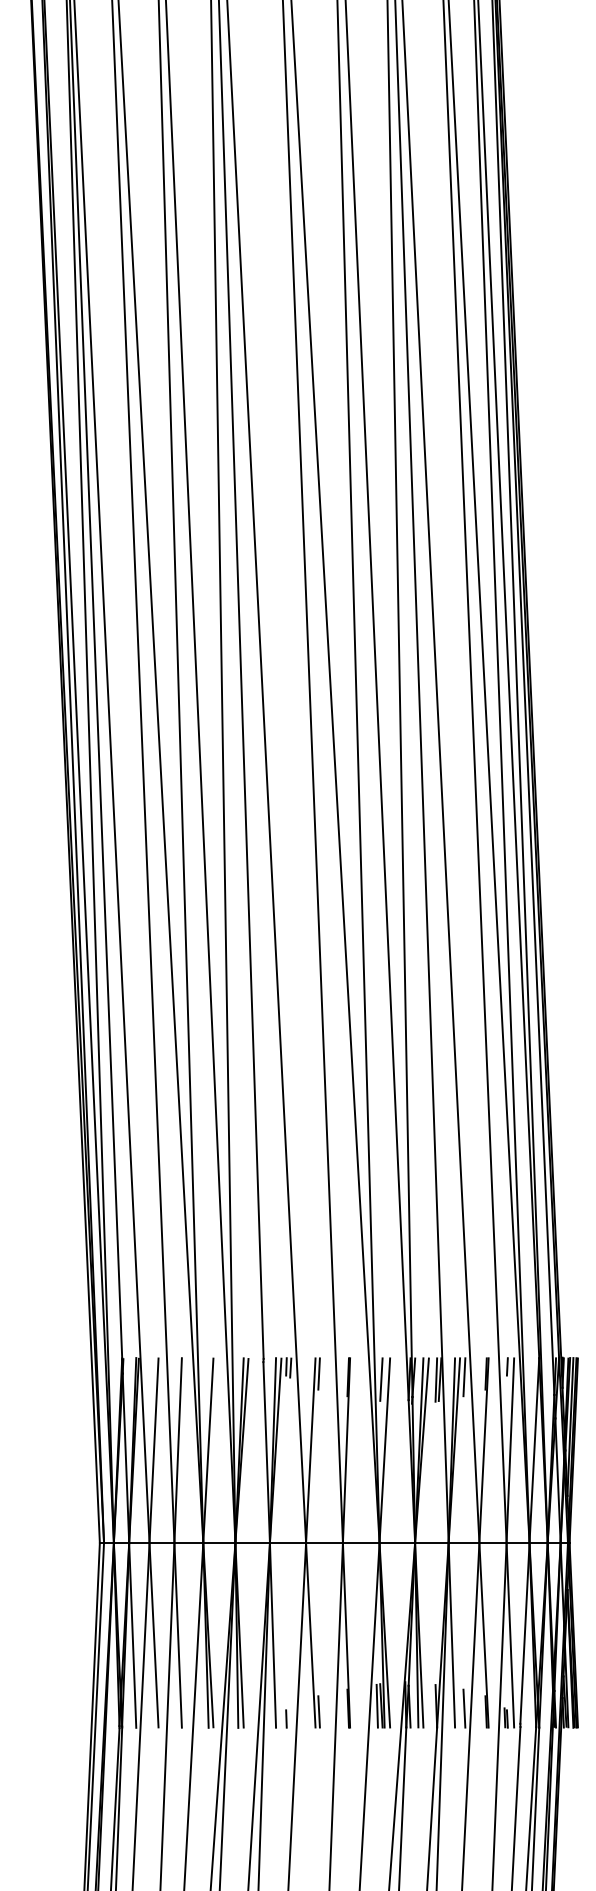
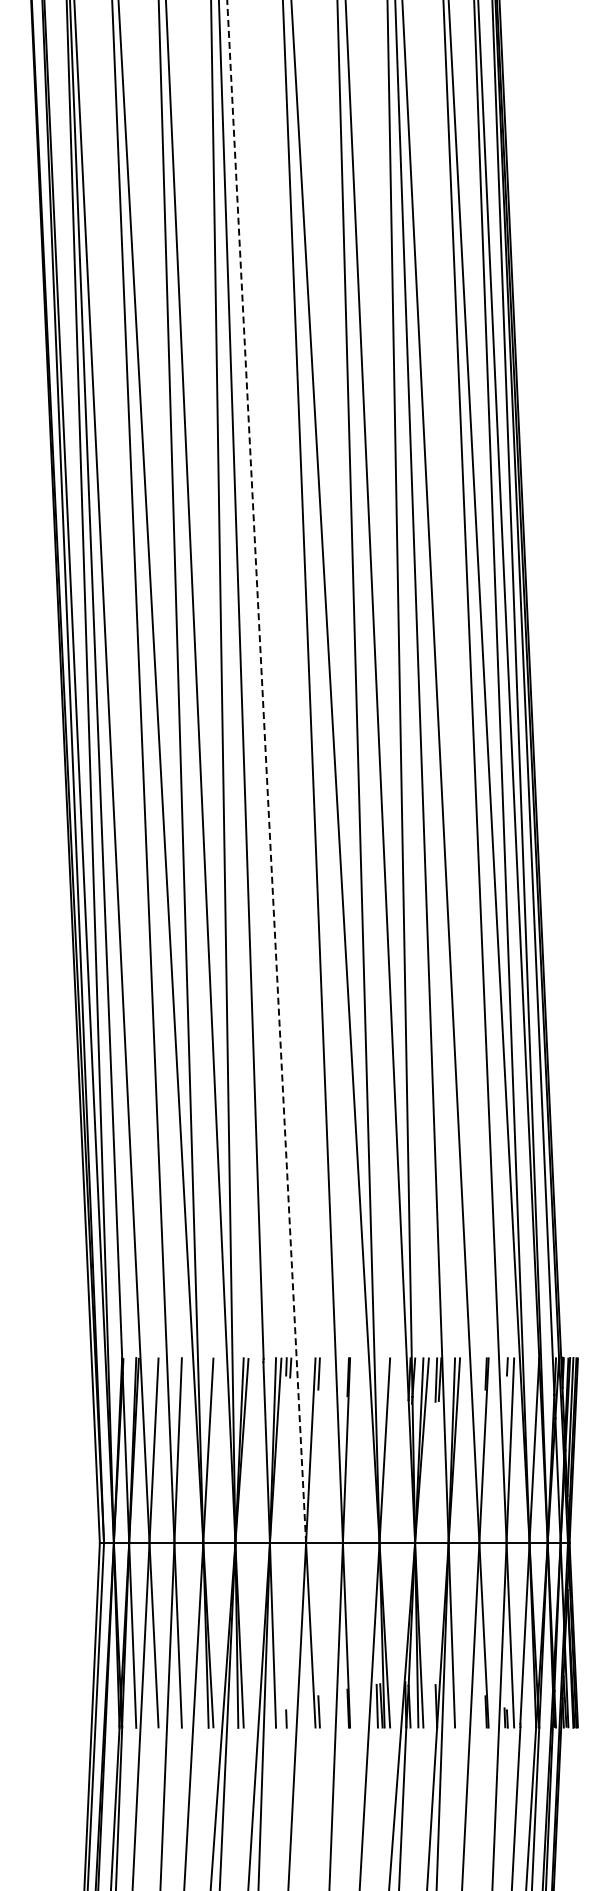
line at (266, 771): solid -> dashed
line at (464, 1377): present -> none
line at (381, 1379): present -> none
line at (464, 1708): present -> none
